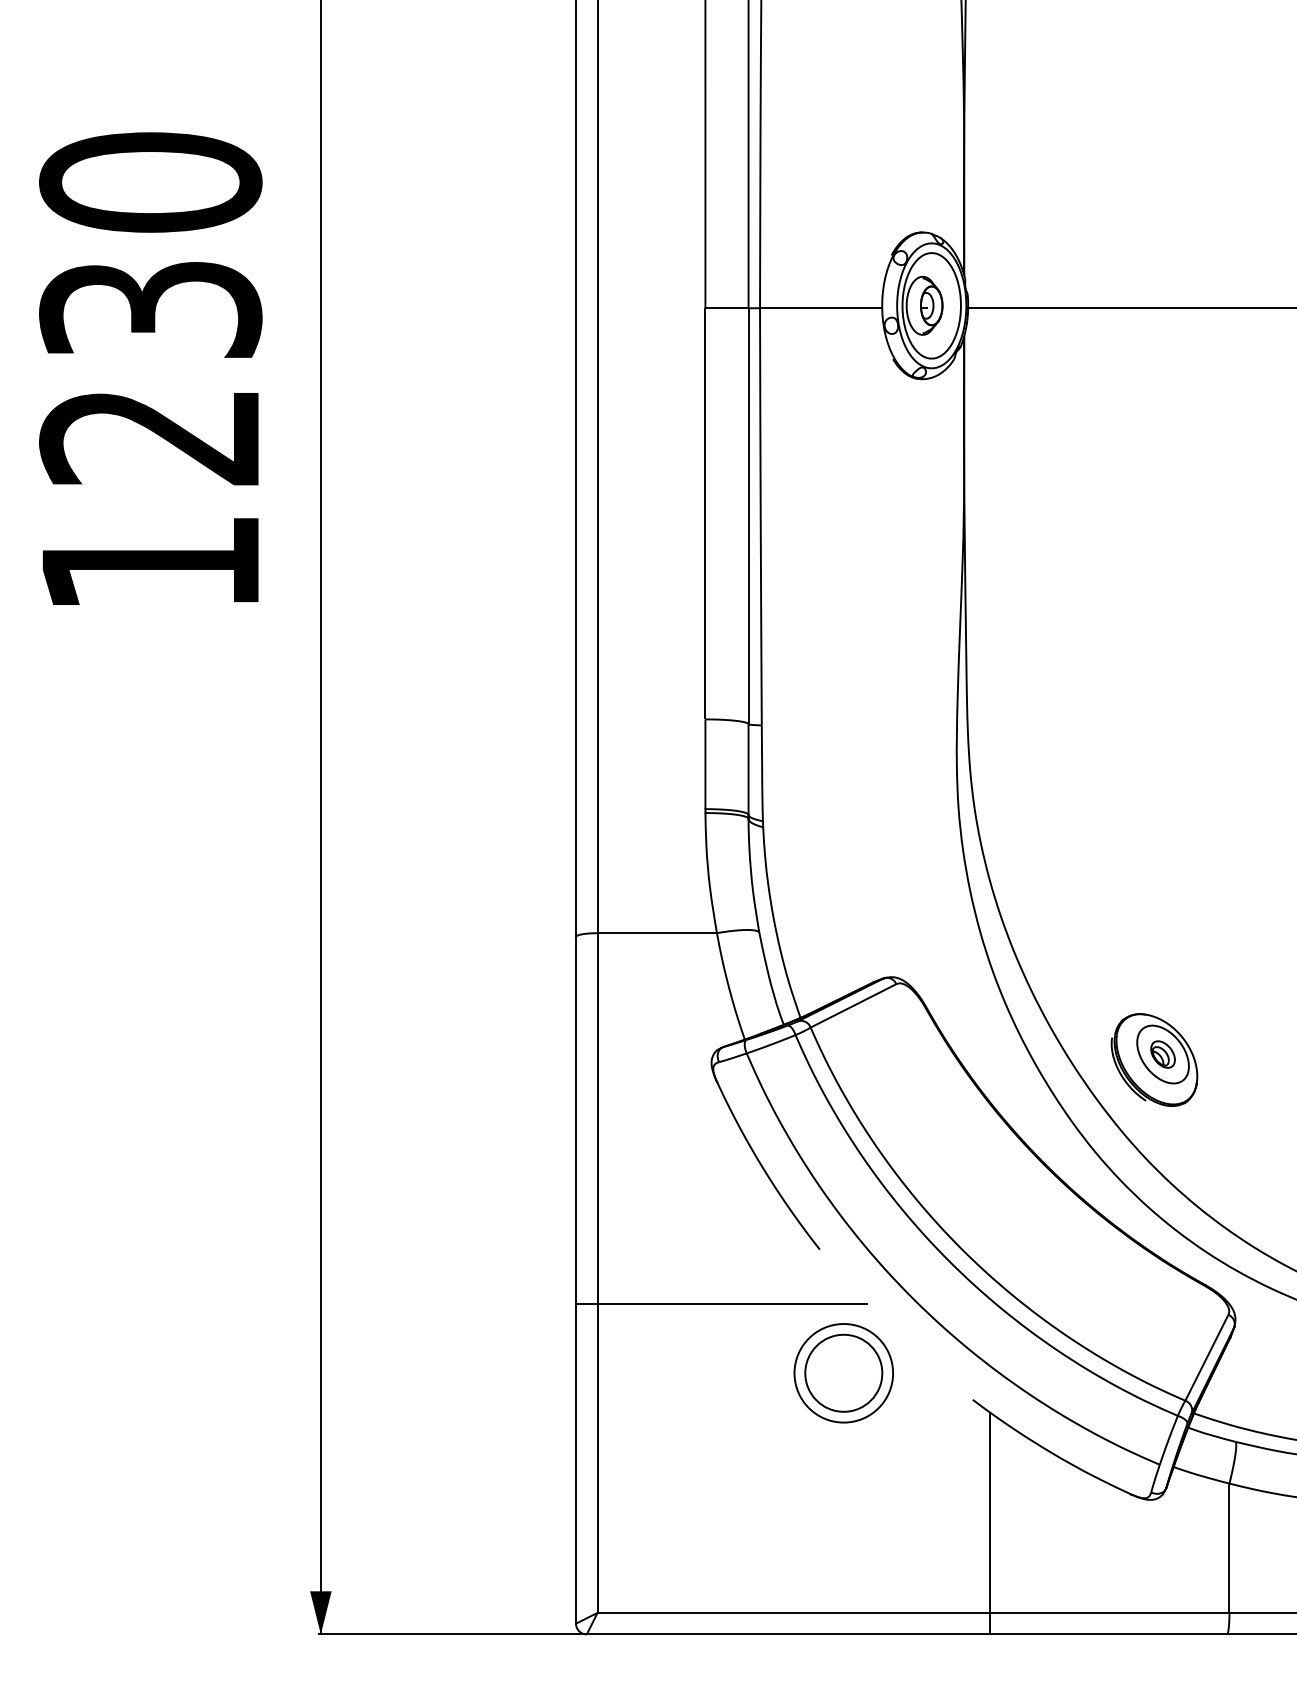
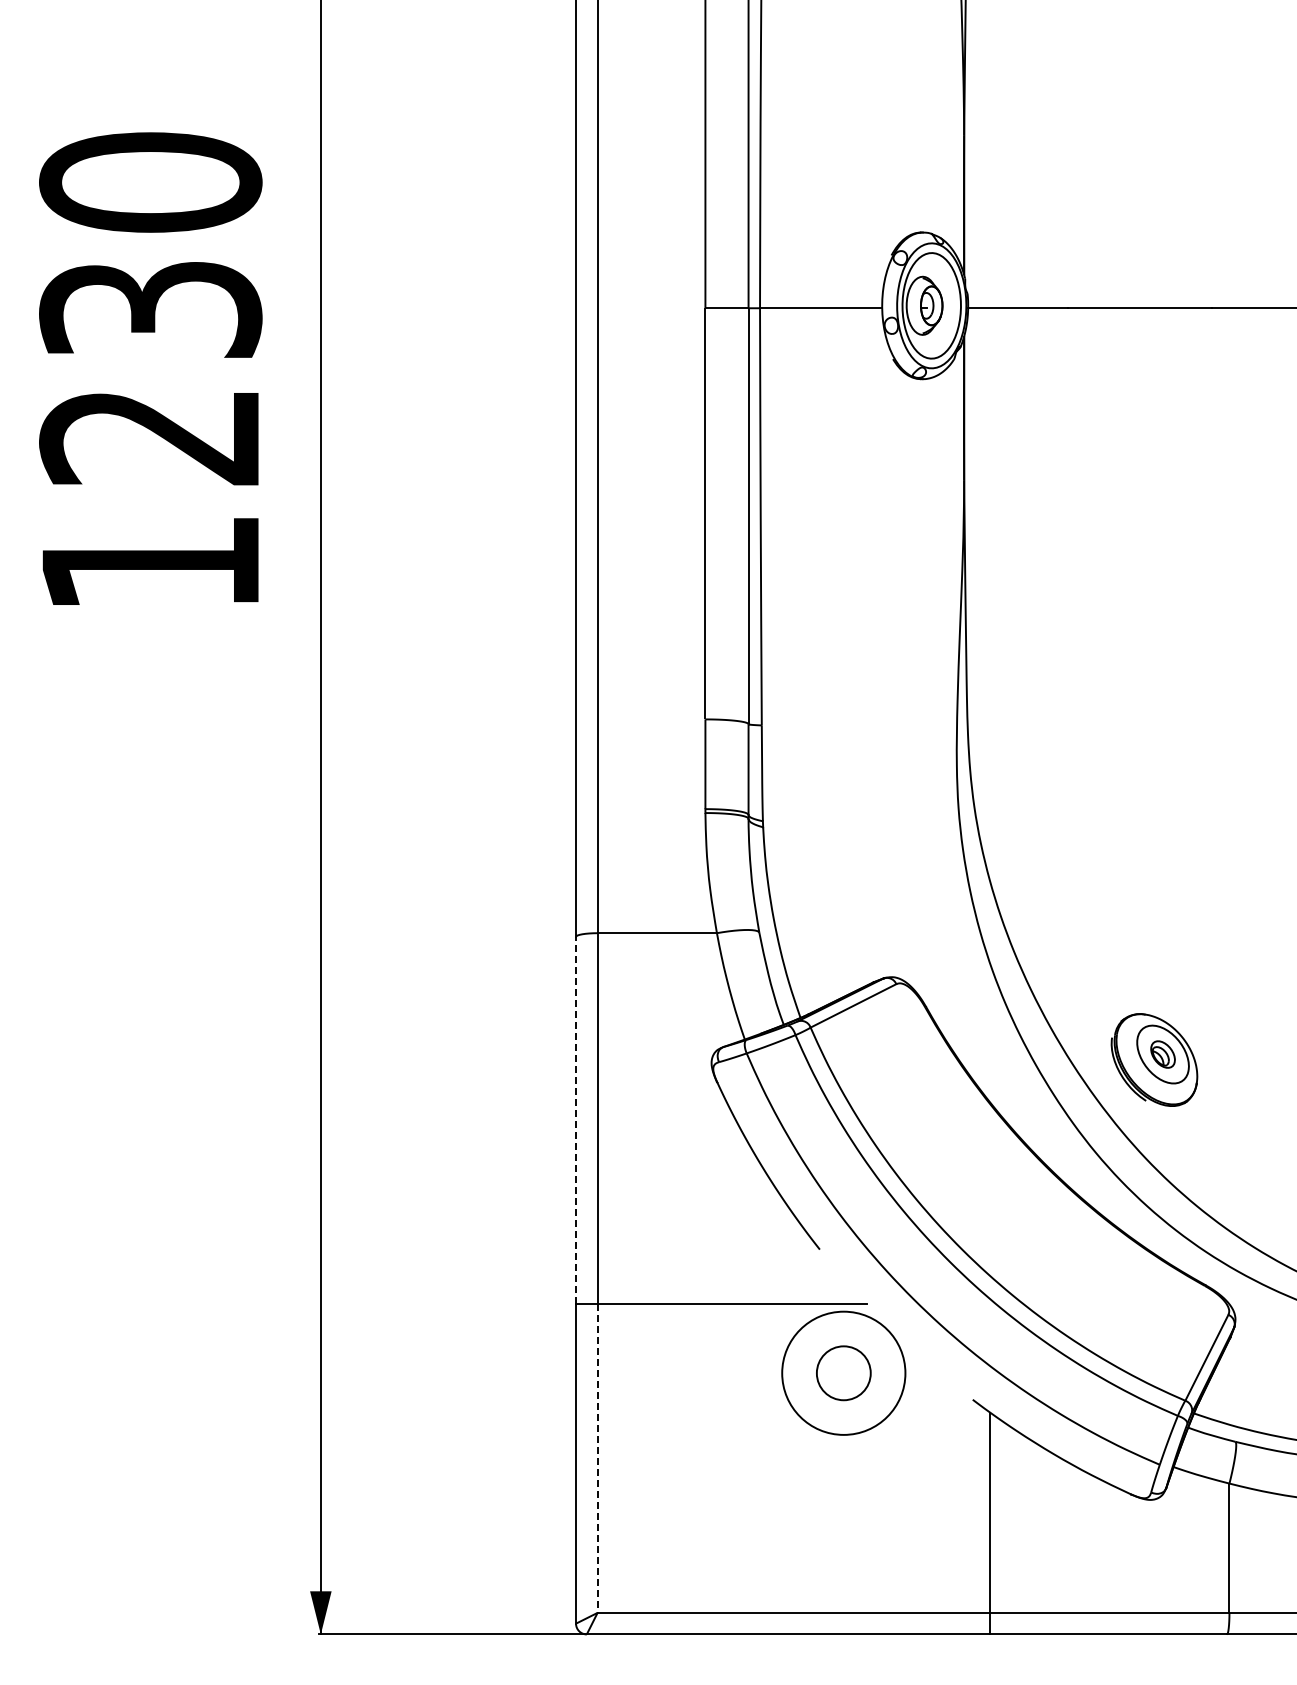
line at (576, 1120): solid -> dashed
circle at (843, 1372) diameter: 77 px -> 54 px
circle at (843, 1373) diameter: 99 px -> 123 px
line at (597, 1458): solid -> dashed
